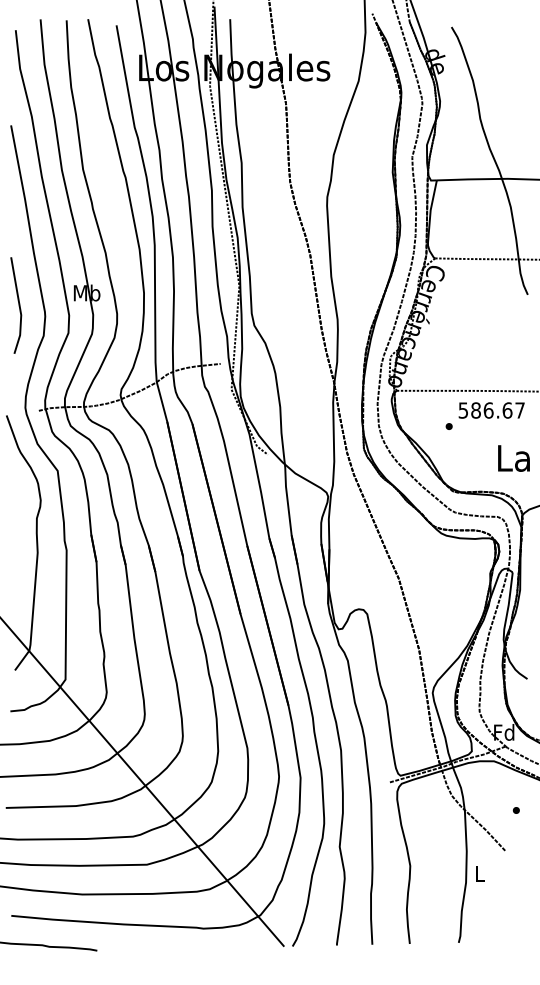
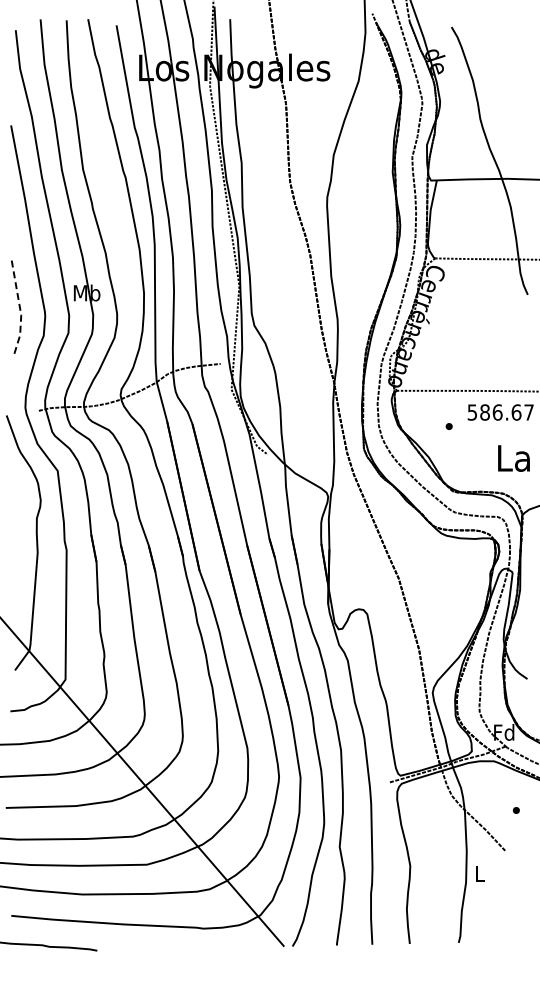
line at (19, 307): solid -> dashed
text at (491, 410) position: (491, 410) -> (500, 412)
